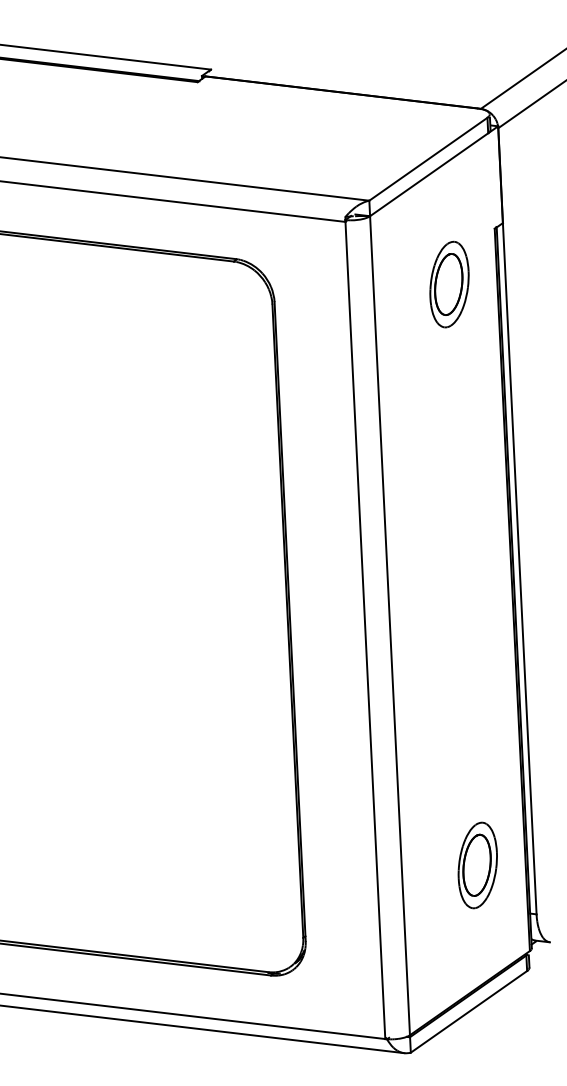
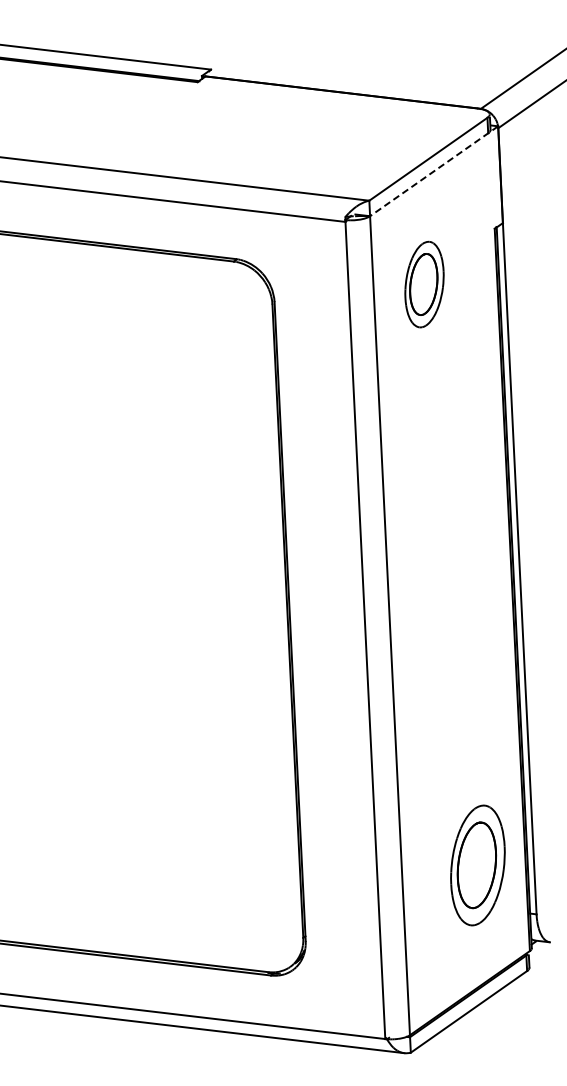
line at (433, 171): solid -> dashed
part at (449, 284) position: (449, 284) -> (424, 284)
part at (477, 865) size: 41x89 px -> 56x123 px
